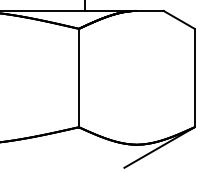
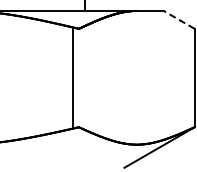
line at (179, 19): solid -> dashed
line at (78, 78) position: (78, 78) -> (72, 78)
